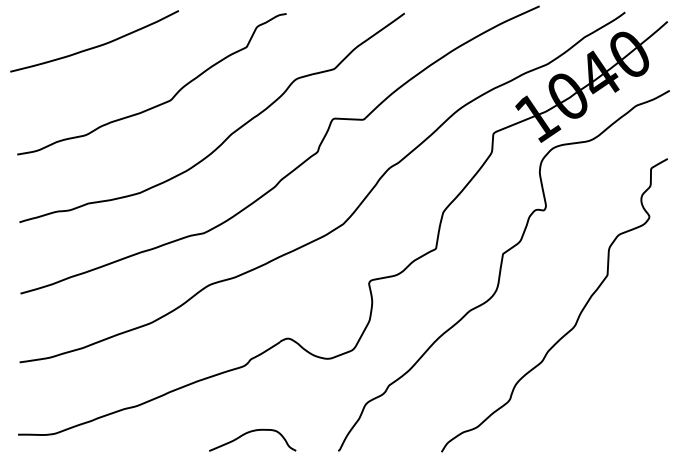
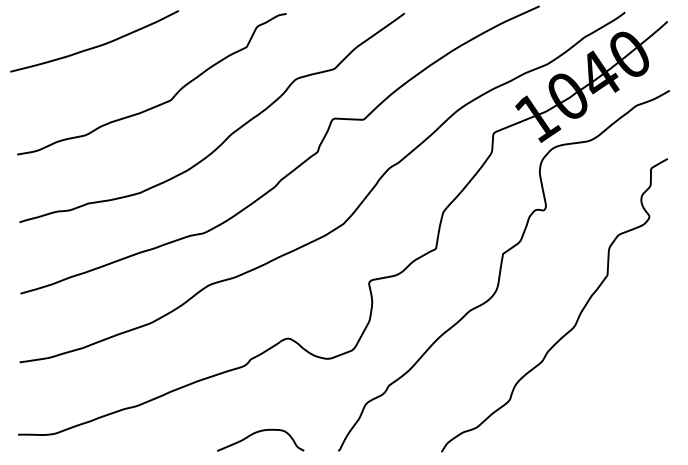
curve at (251, 432) position: (251, 432) -> (259, 432)
